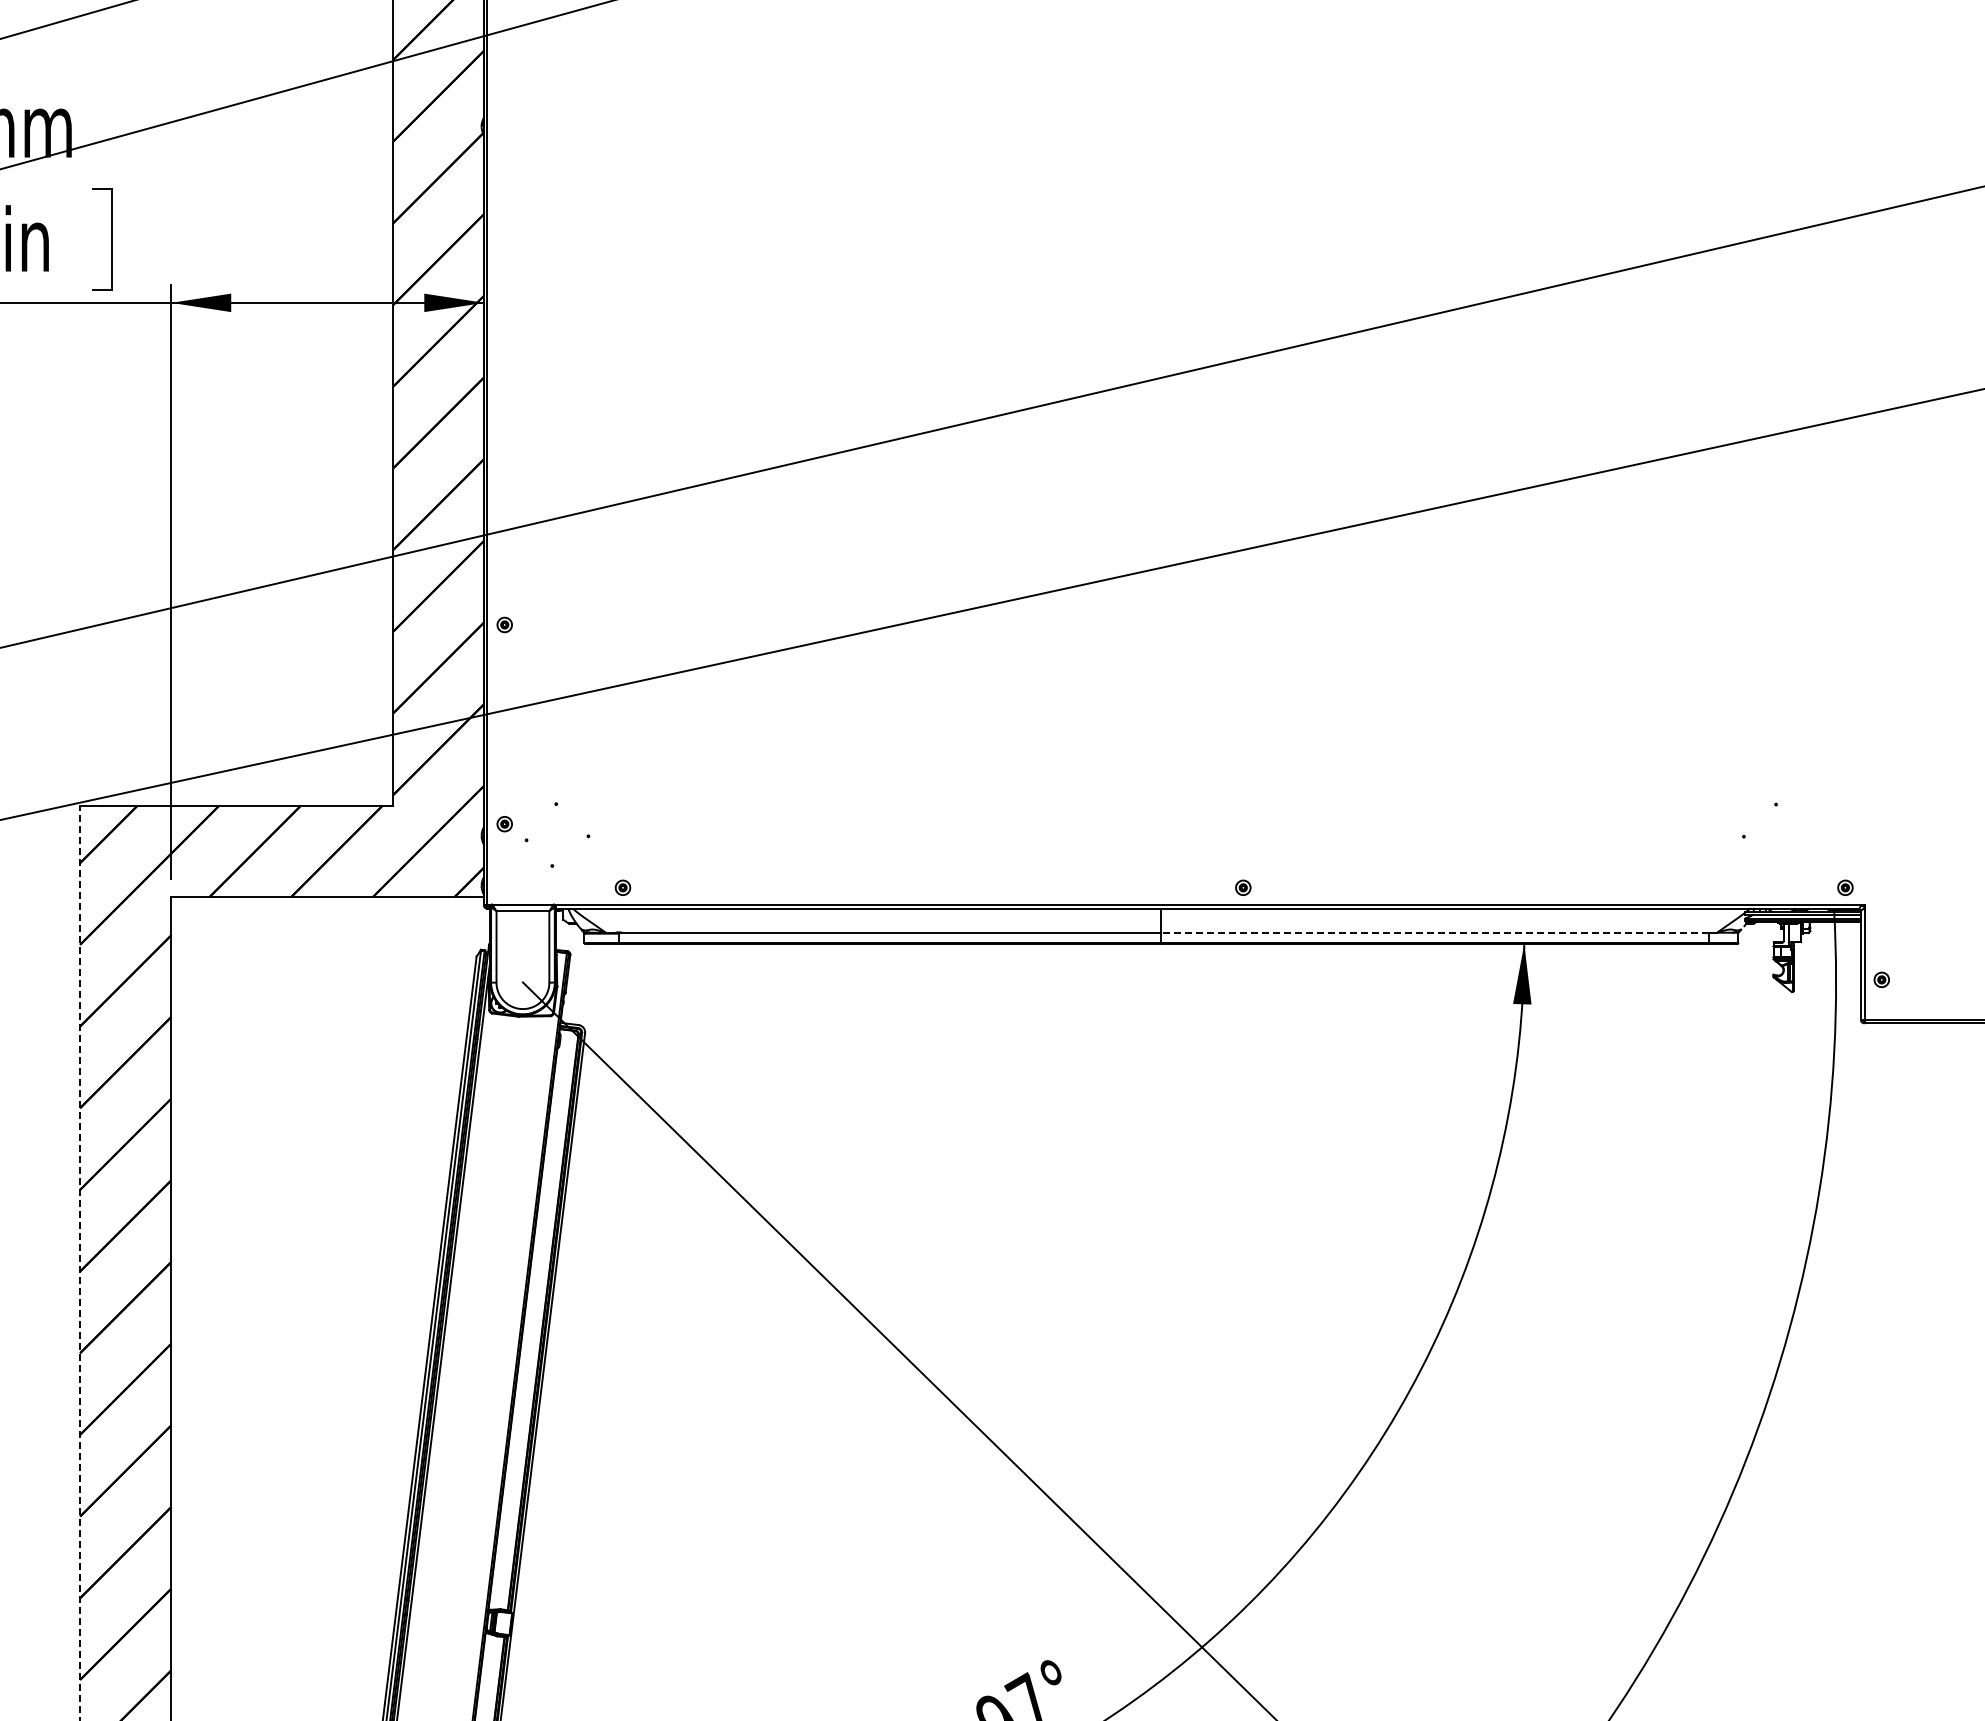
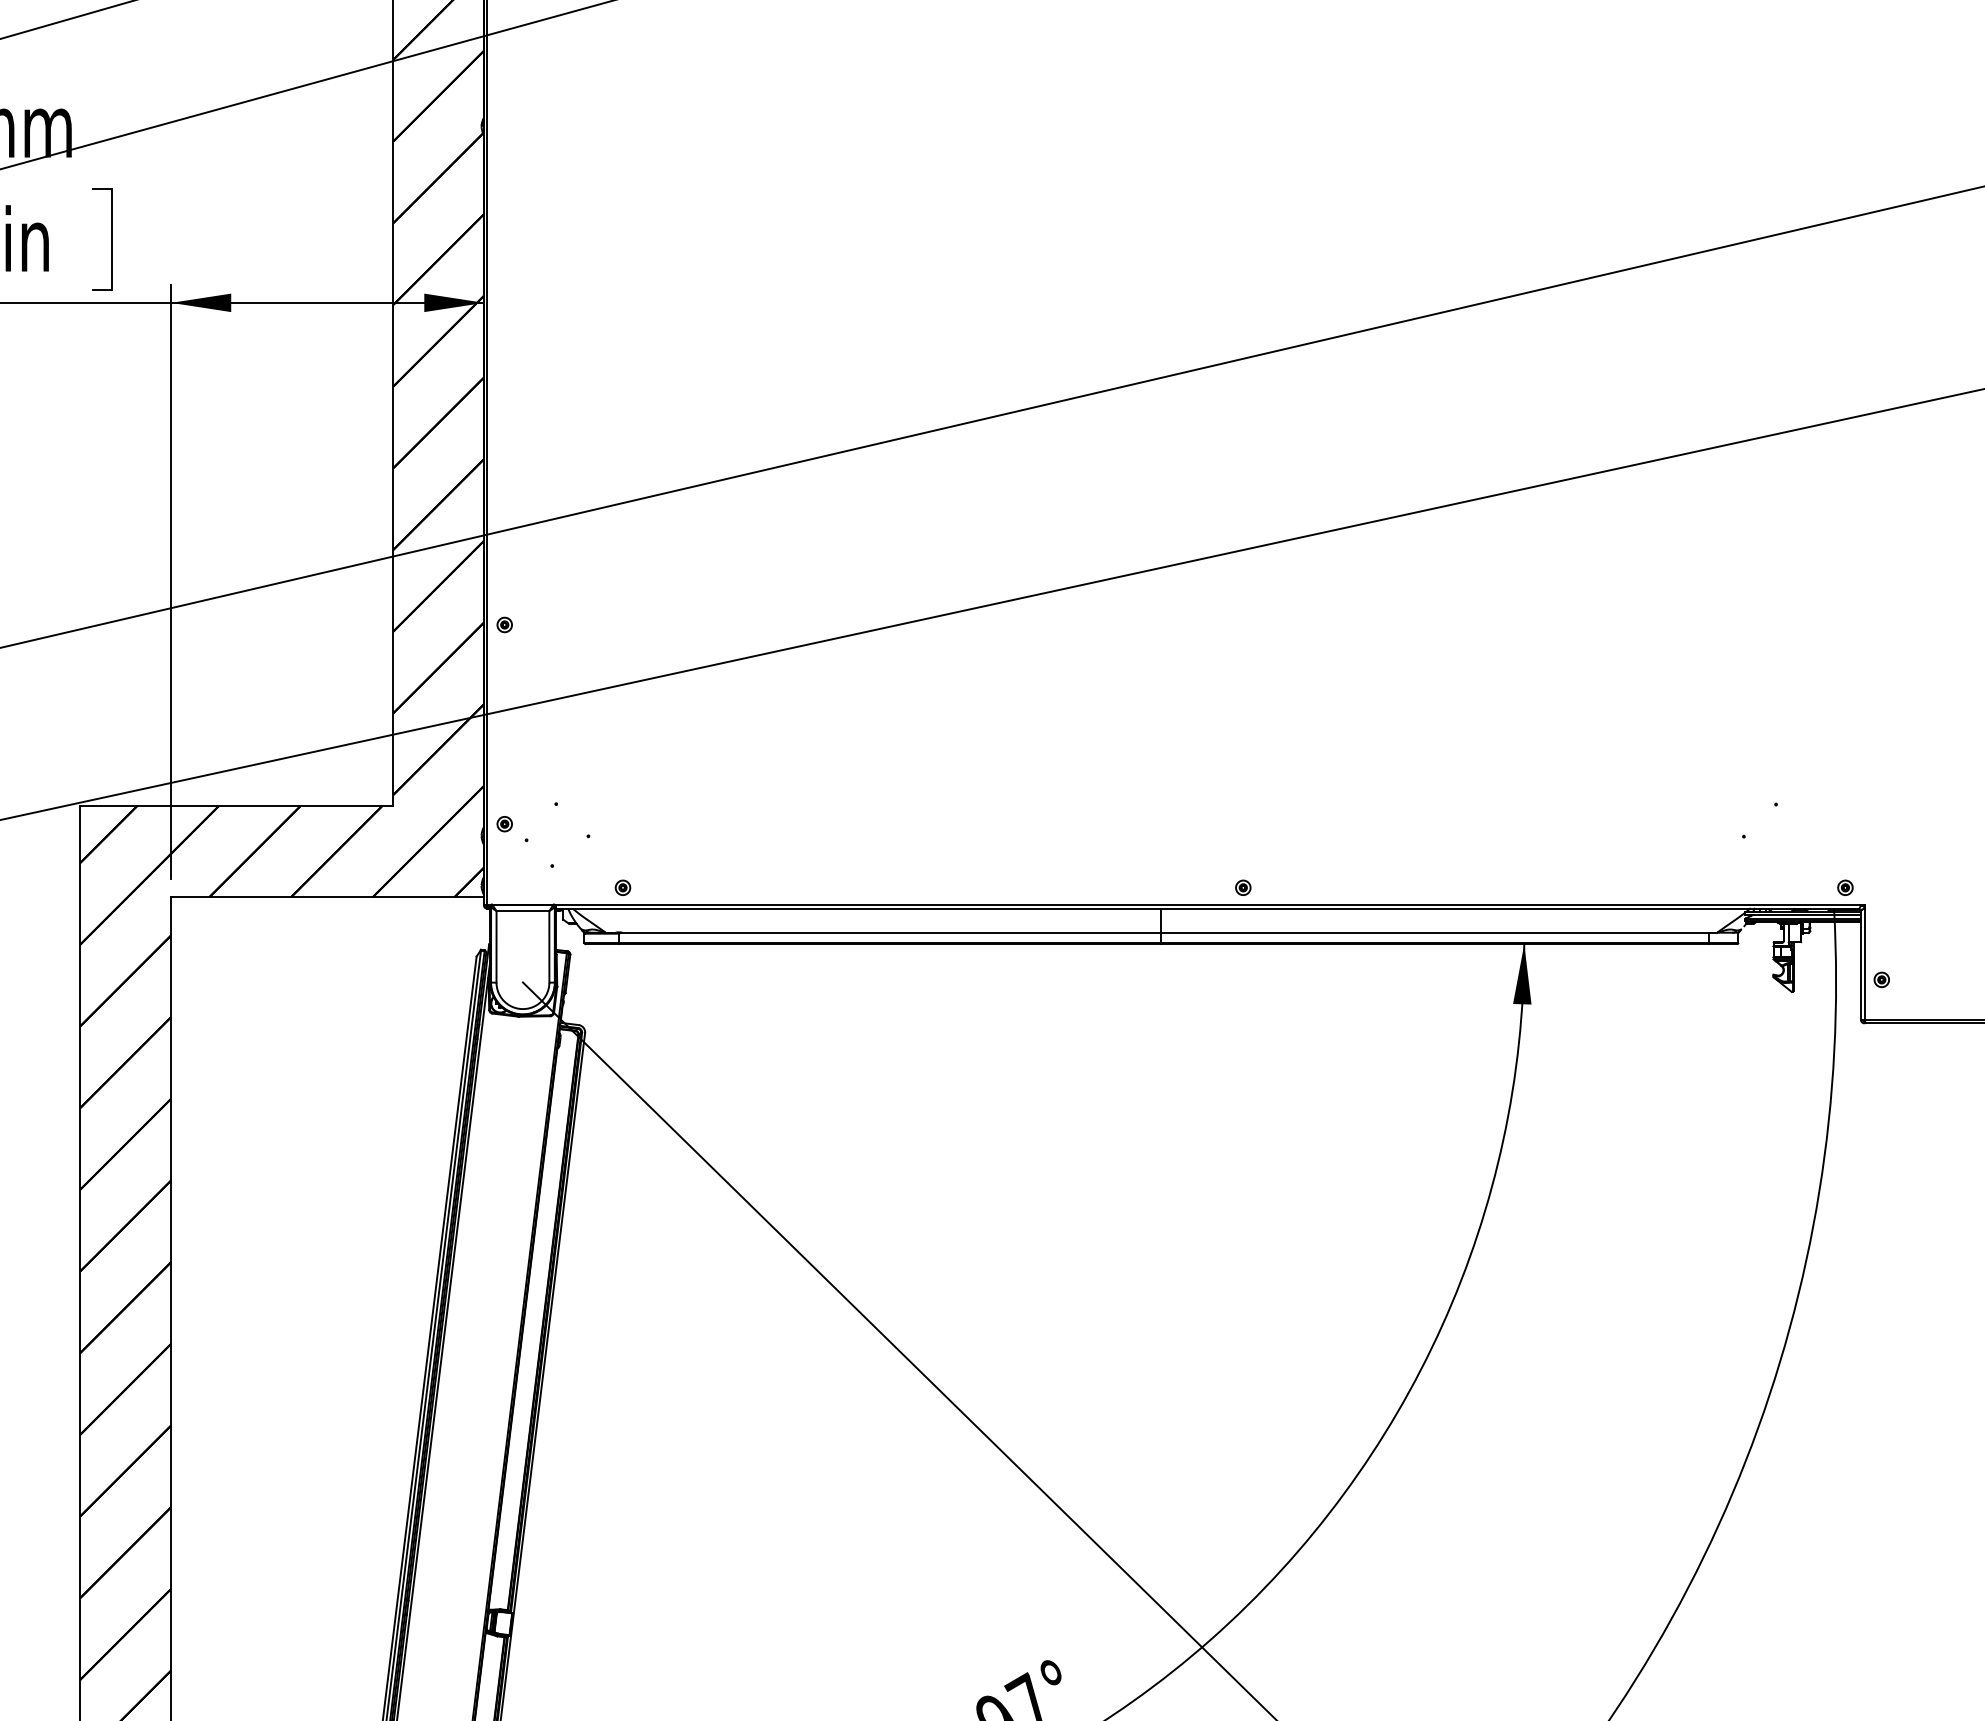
line at (1435, 932): dashed -> solid
line at (80, 1262): dashed -> solid
